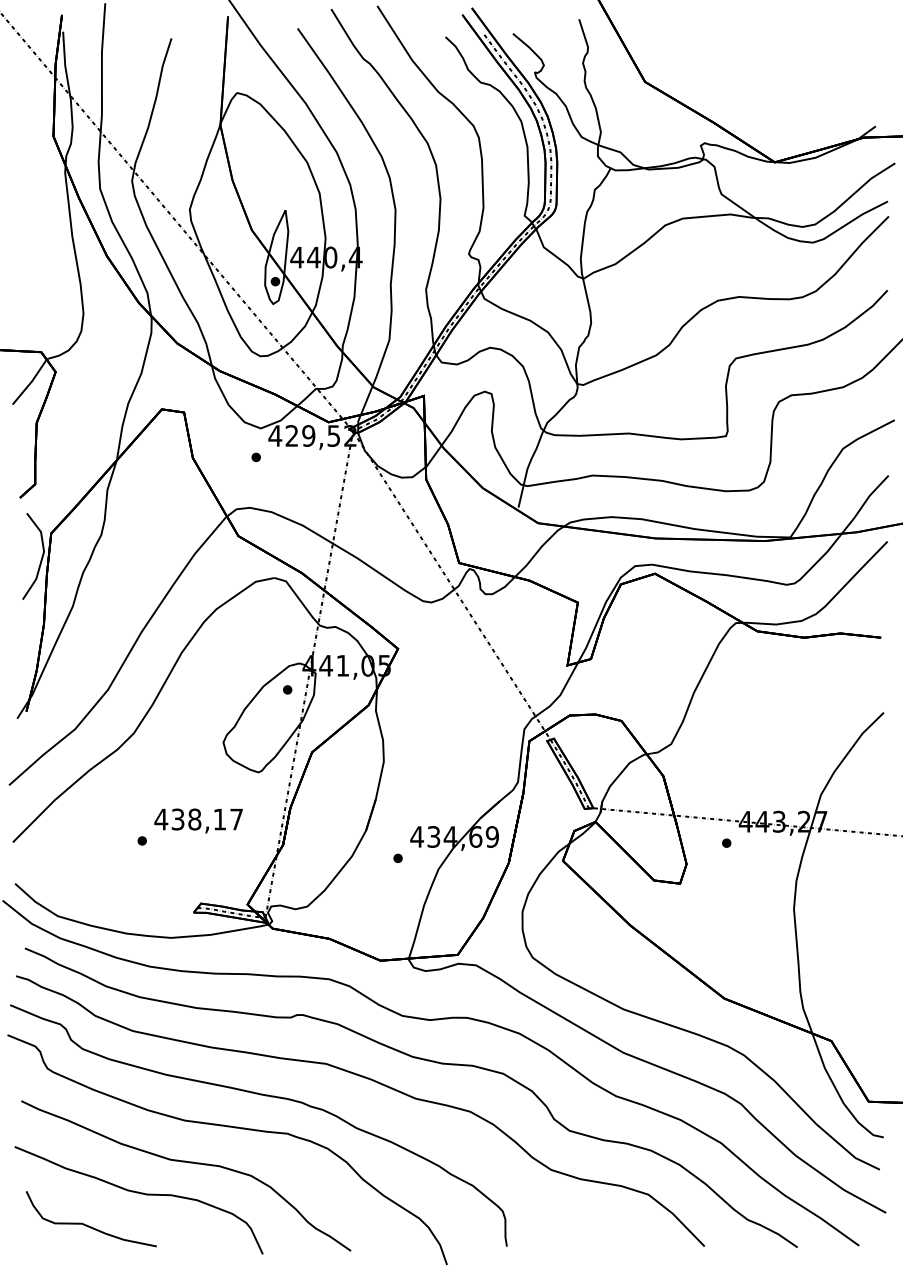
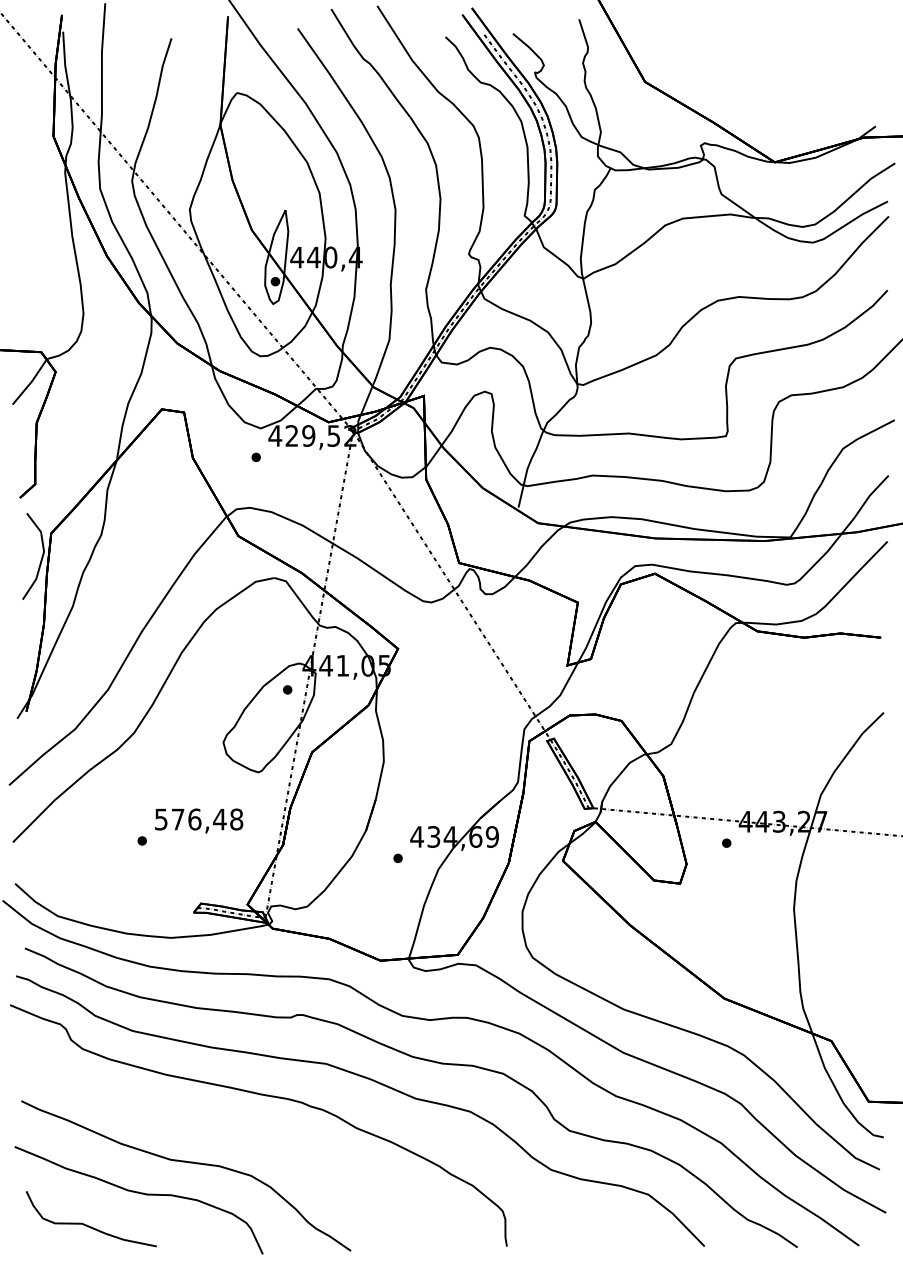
text at (198, 819): 438,17 -> 576,48
curve at (227, 1127): present -> none
